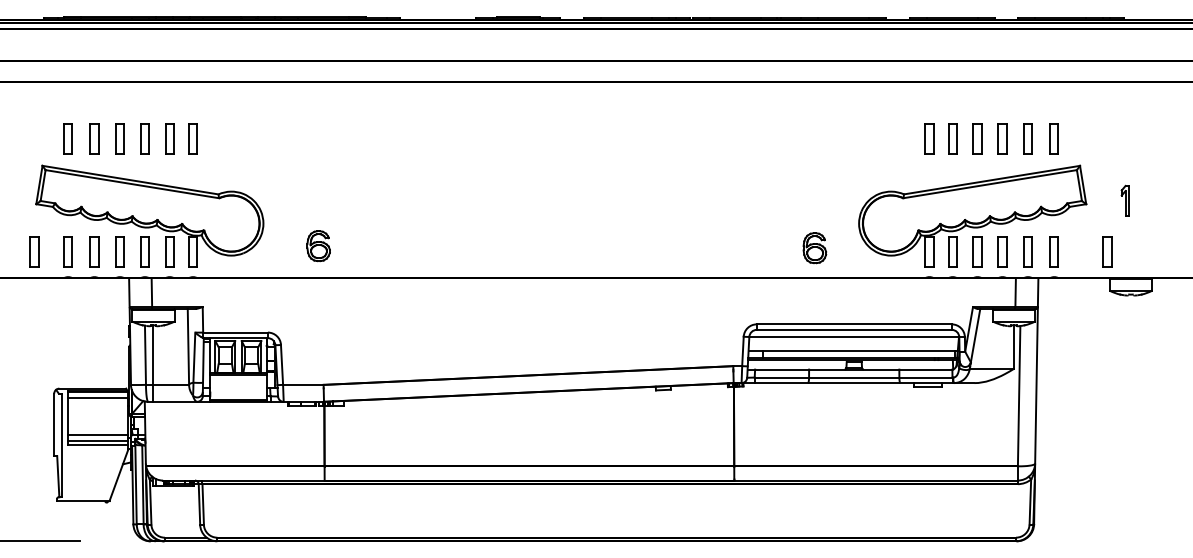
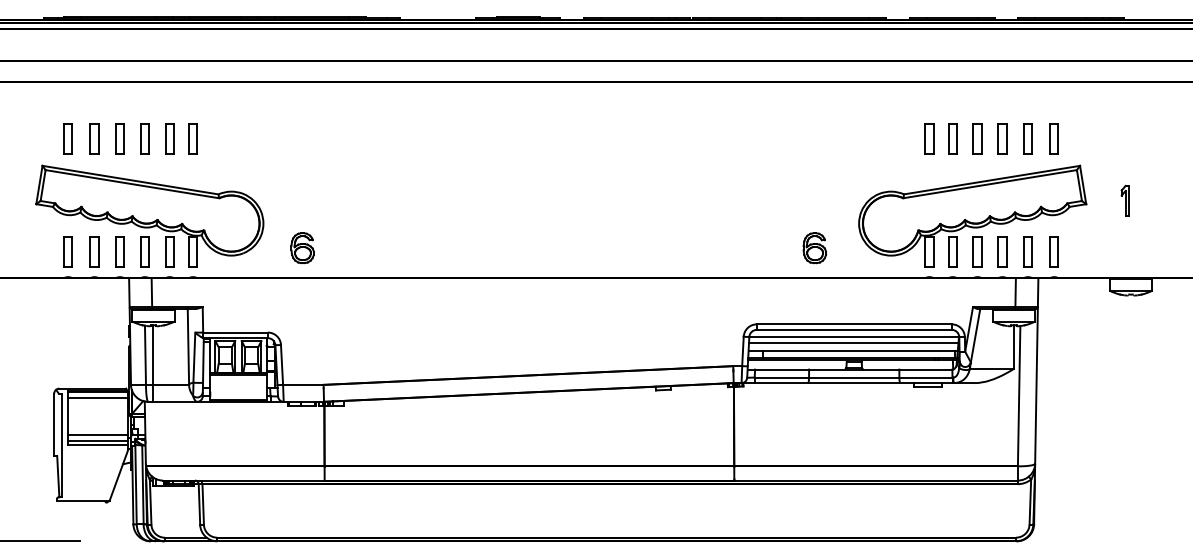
part at (318, 246) position: (318, 246) -> (302, 248)
part at (34, 251): present -> none
part at (1107, 251): present -> none
line at (853, 342): none -> present
